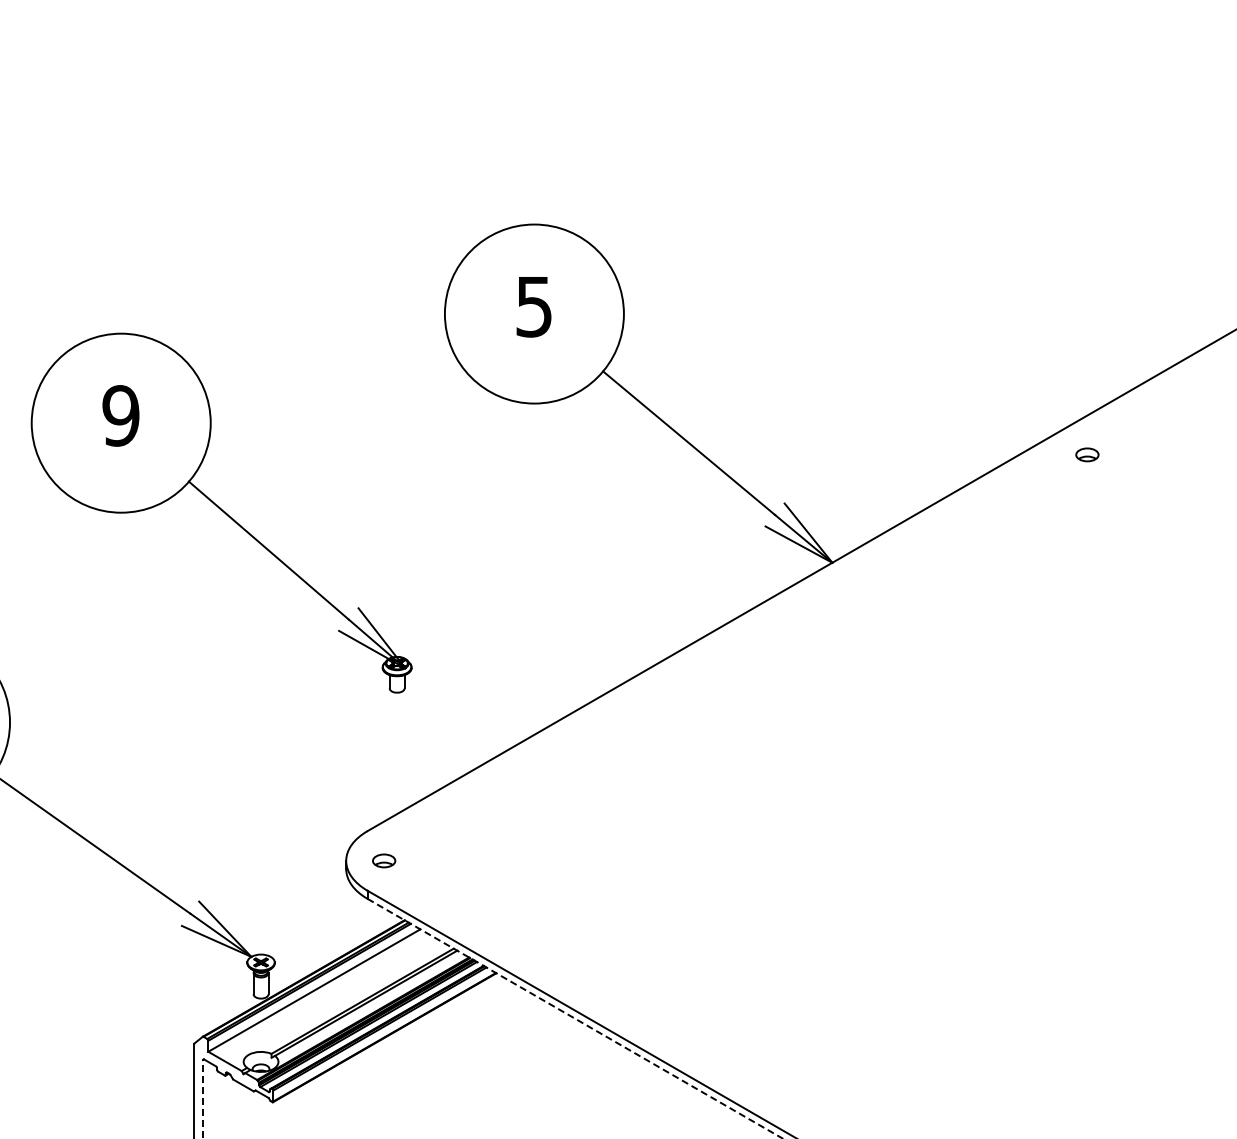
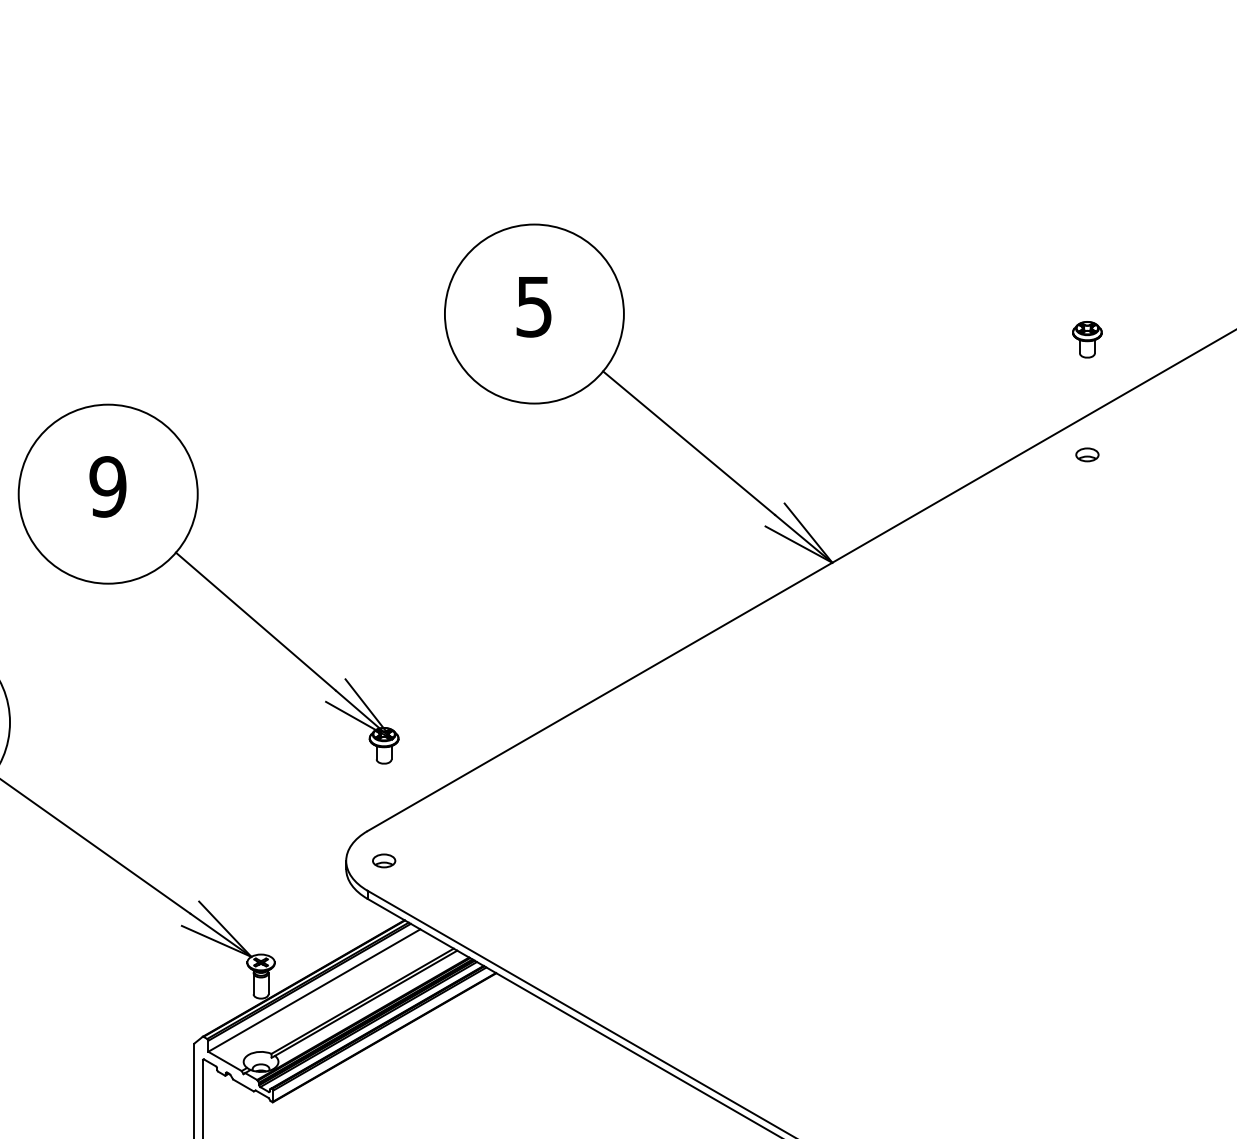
part at (1087, 339): none -> present
part at (221, 512) position: (221, 512) -> (208, 583)
line at (575, 1018): dashed -> solid
line at (203, 1098): dashed -> solid
